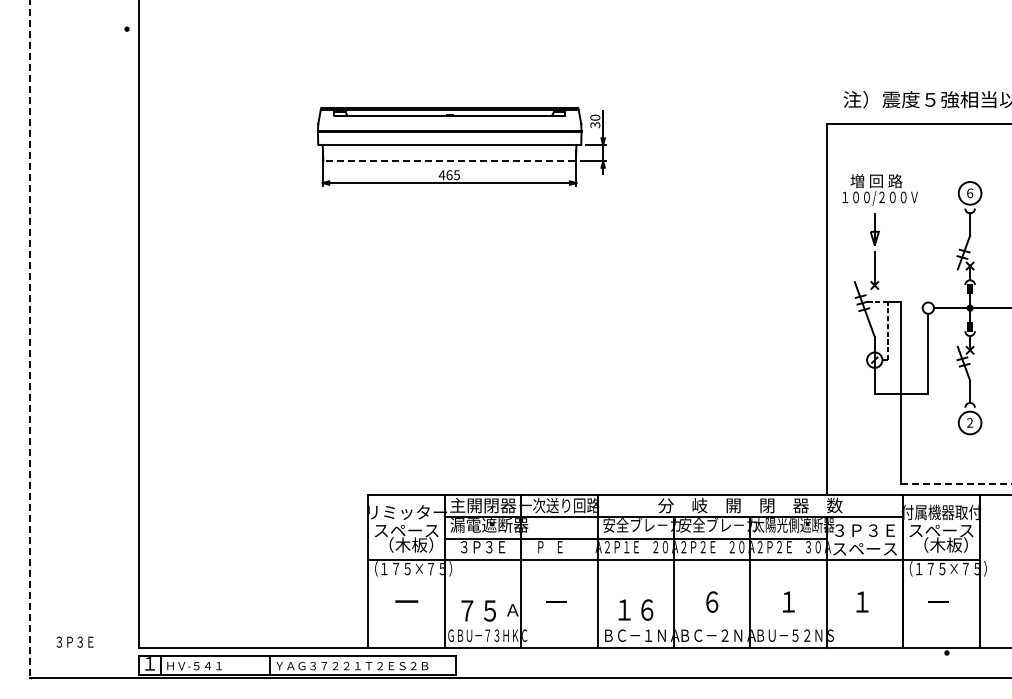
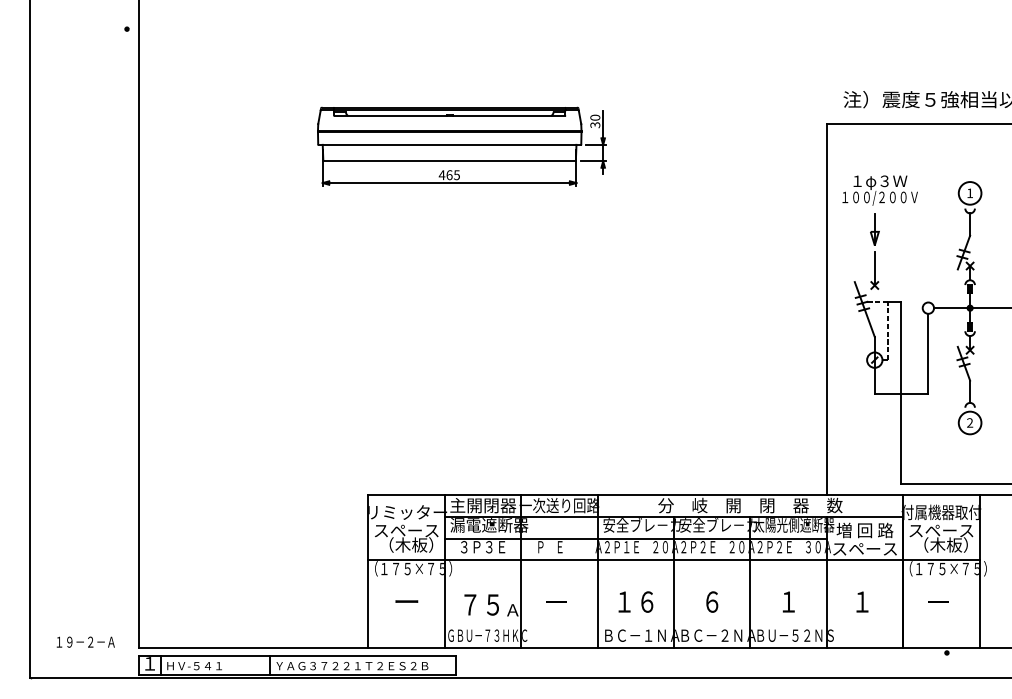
line at (449, 161): dashed -> solid
text at (878, 181): 増 回 路 -> １φ３Ｗ
text at (970, 193): 6 -> 1
line at (30, 339): dashed -> solid
line at (956, 483): dashed -> solid
text at (864, 530): ３Ｐ３Ｅ -> 増 回 路
text at (635, 609) position: (635, 609) -> (635, 601)
text at (478, 610) position: (478, 610) -> (481, 604)
text at (85, 641): ３Ｐ３Ｅ -> １９－２－Ａ
